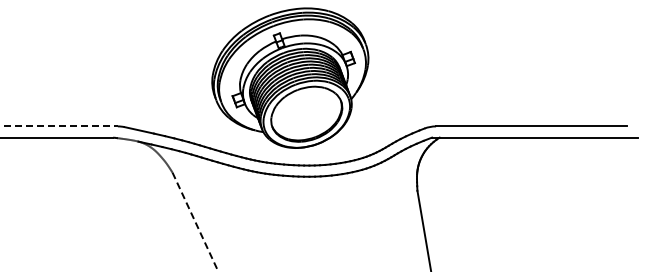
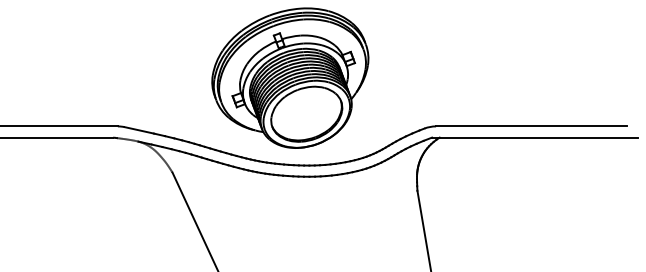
line at (58, 126): dashed -> solid
line at (195, 222): dashed -> solid
